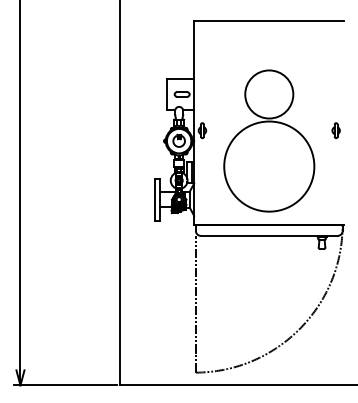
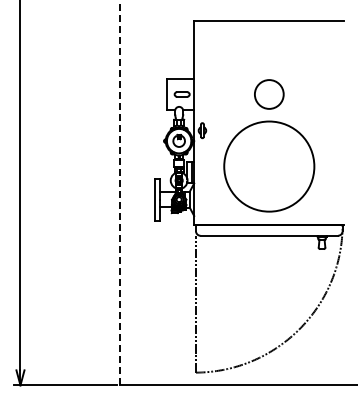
circle at (269, 94) diameter: 48 px -> 29 px
part at (335, 130): present -> none
line at (119, 192): solid -> dashed
